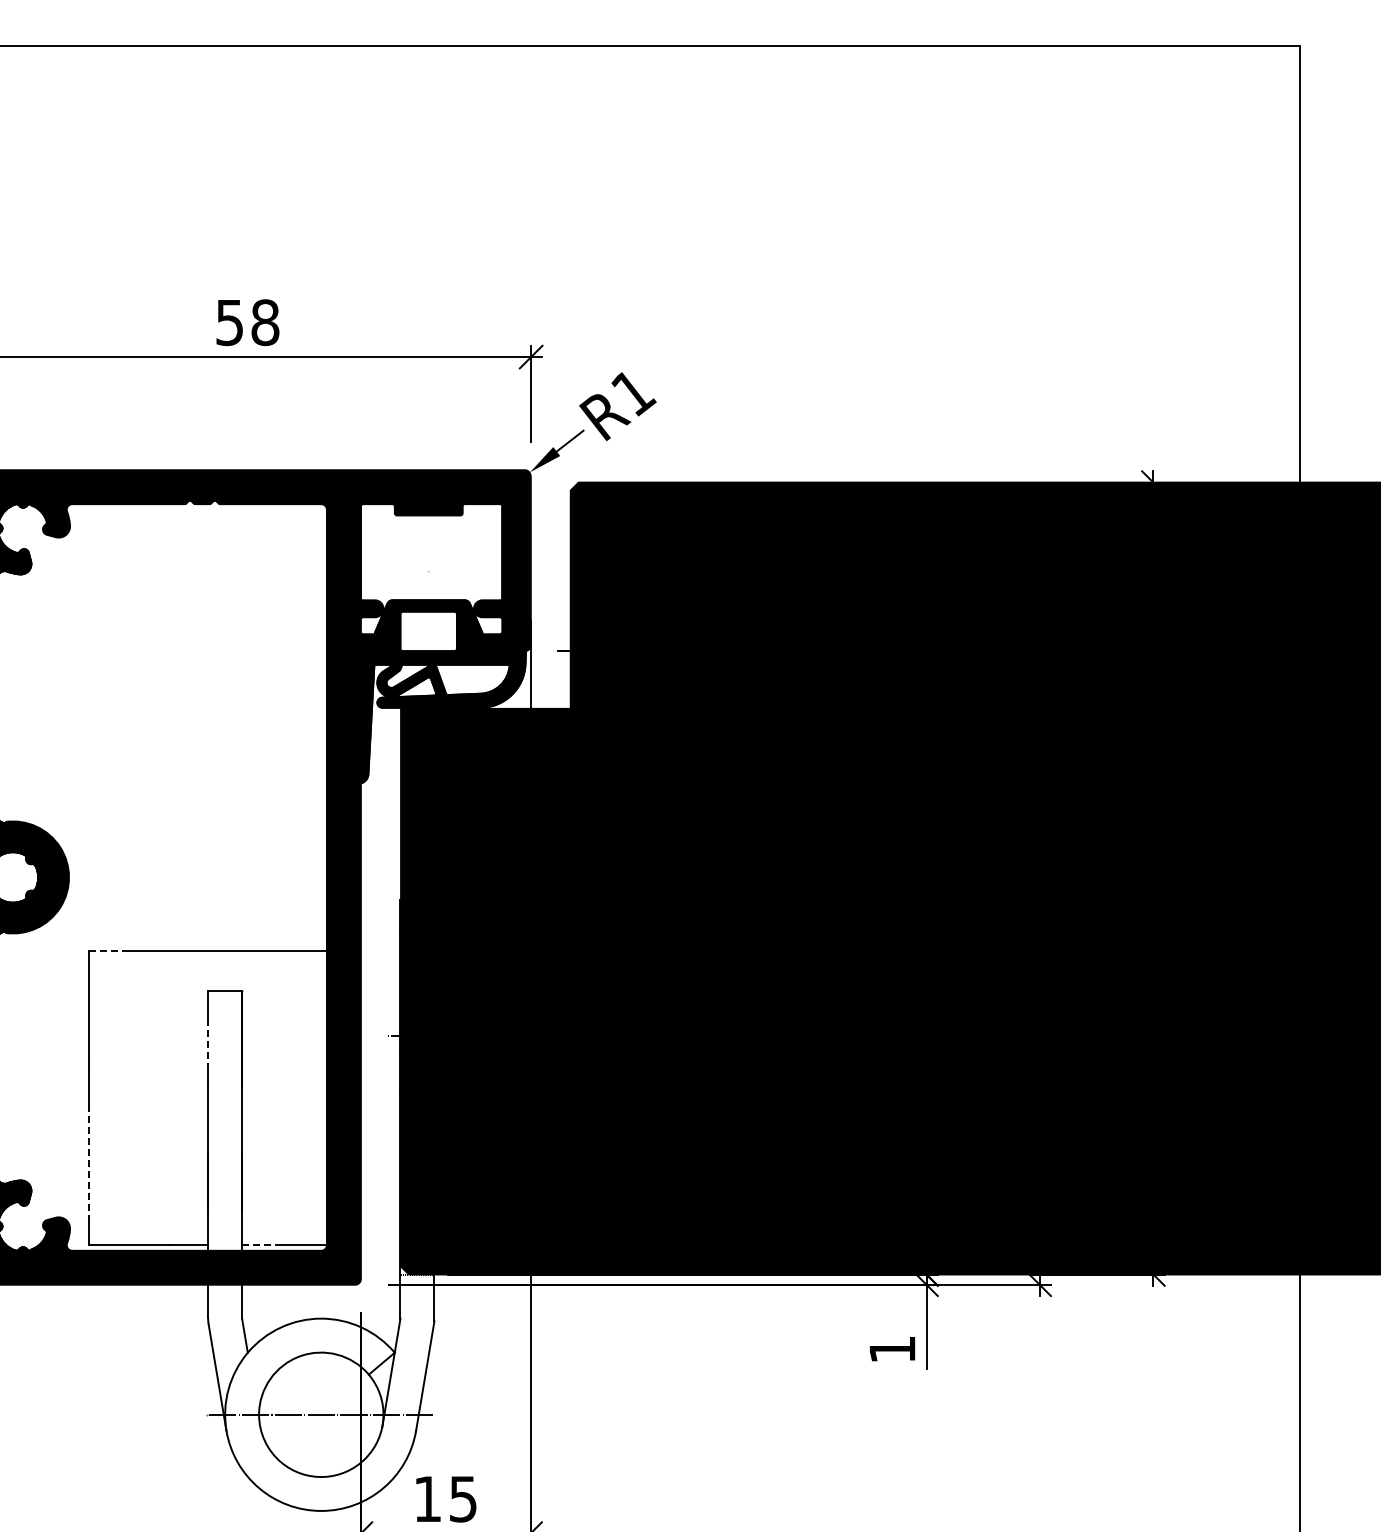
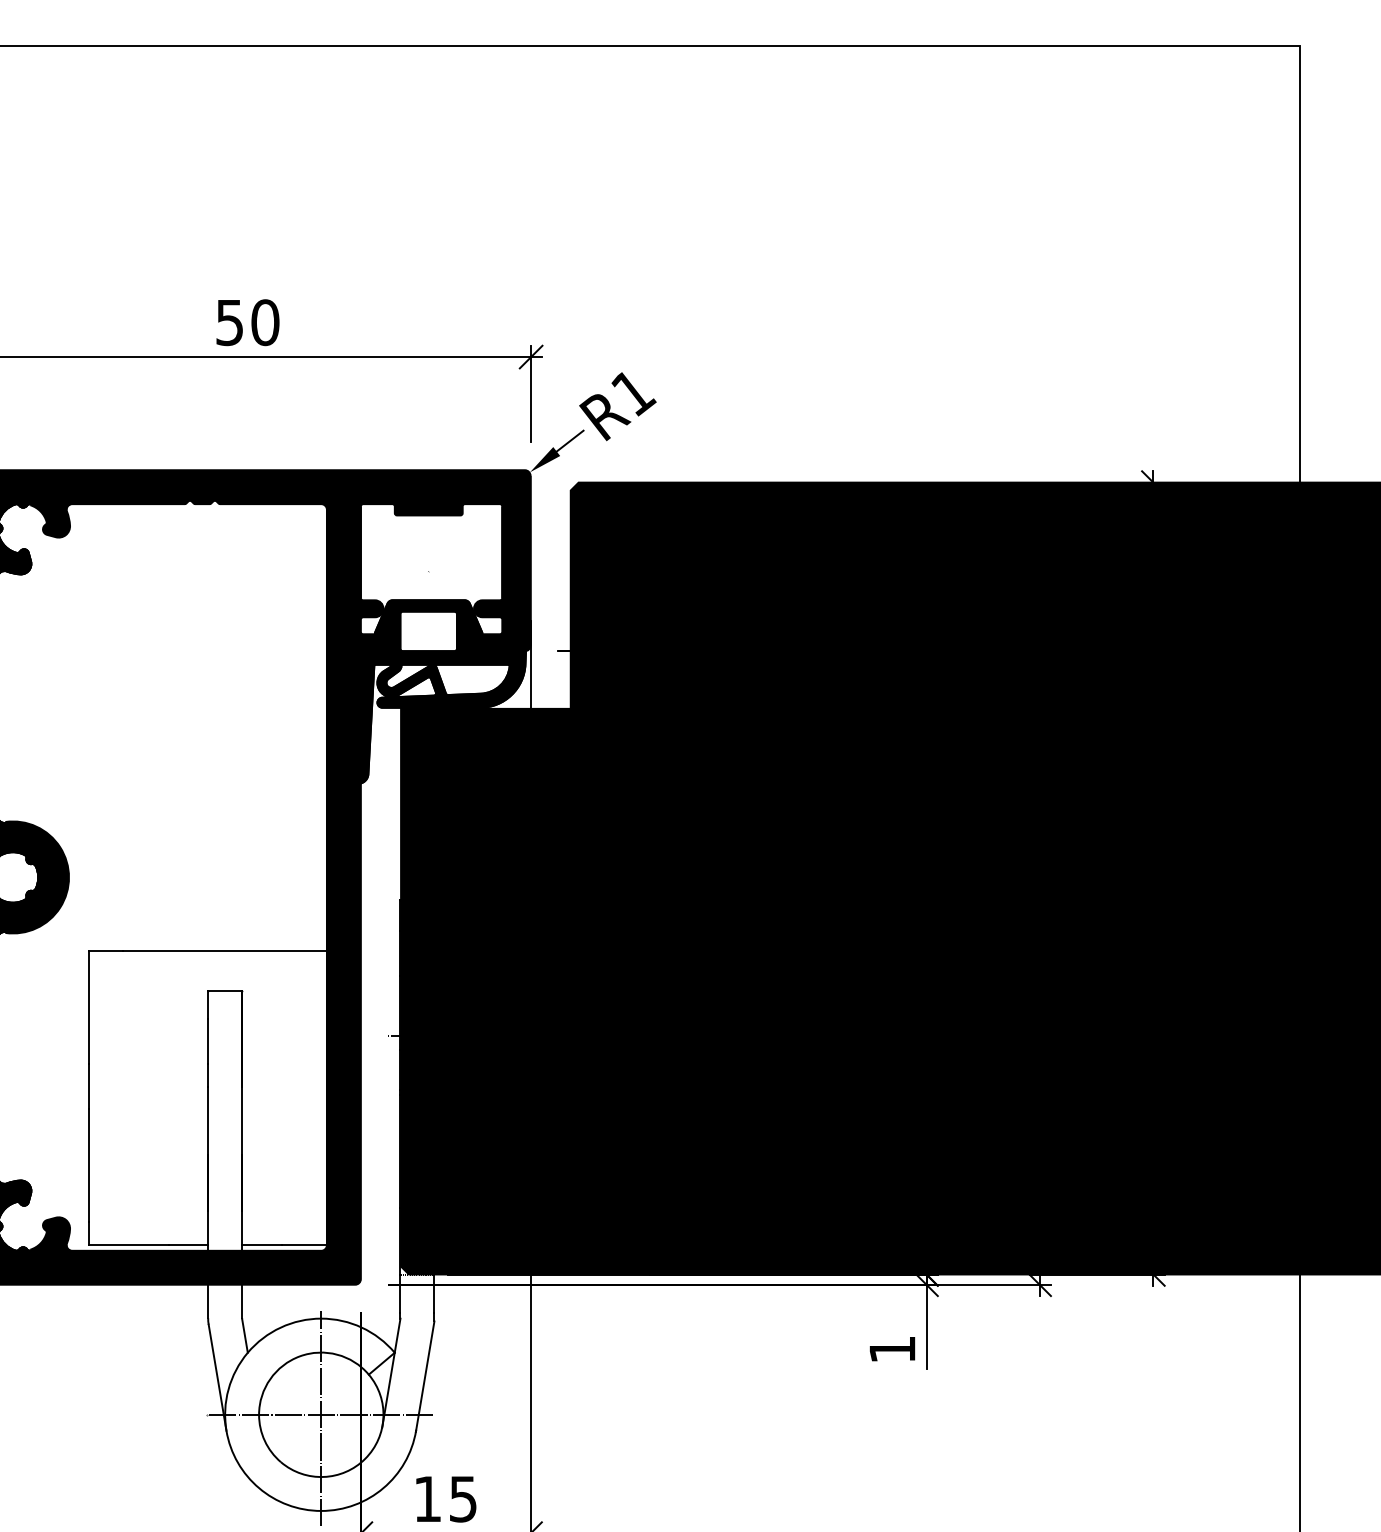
text at (265, 322): 58 -> 50
line at (106, 950): dashed -> solid
line at (208, 1041): dashed -> solid
line at (89, 1165): dashed -> solid
line at (261, 1245): dashed -> solid
line at (321, 1418): none -> present
